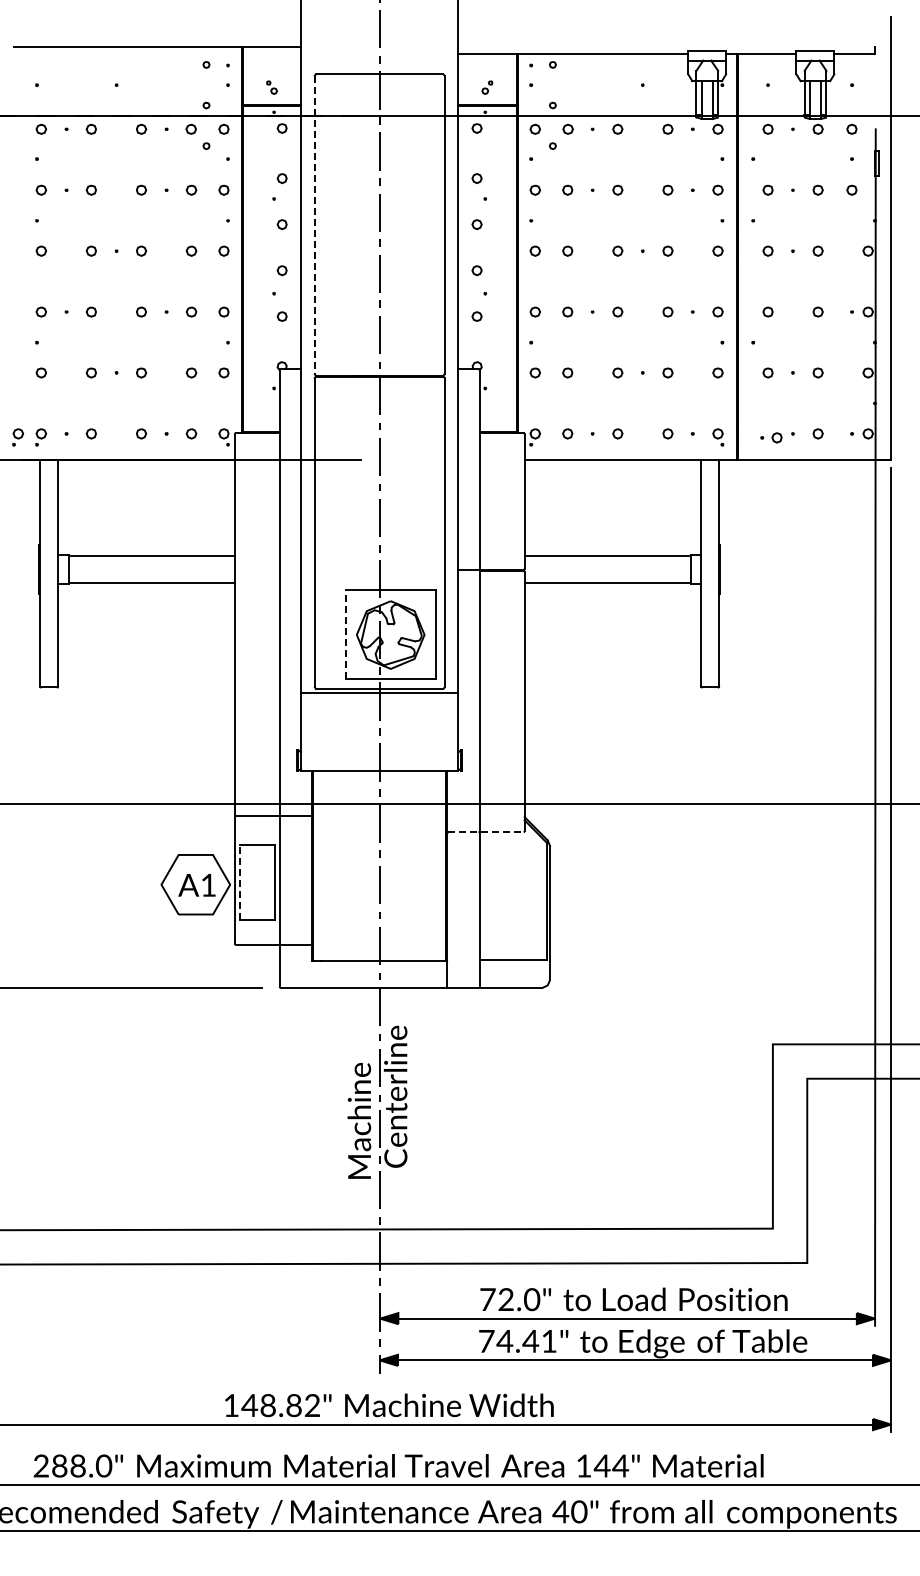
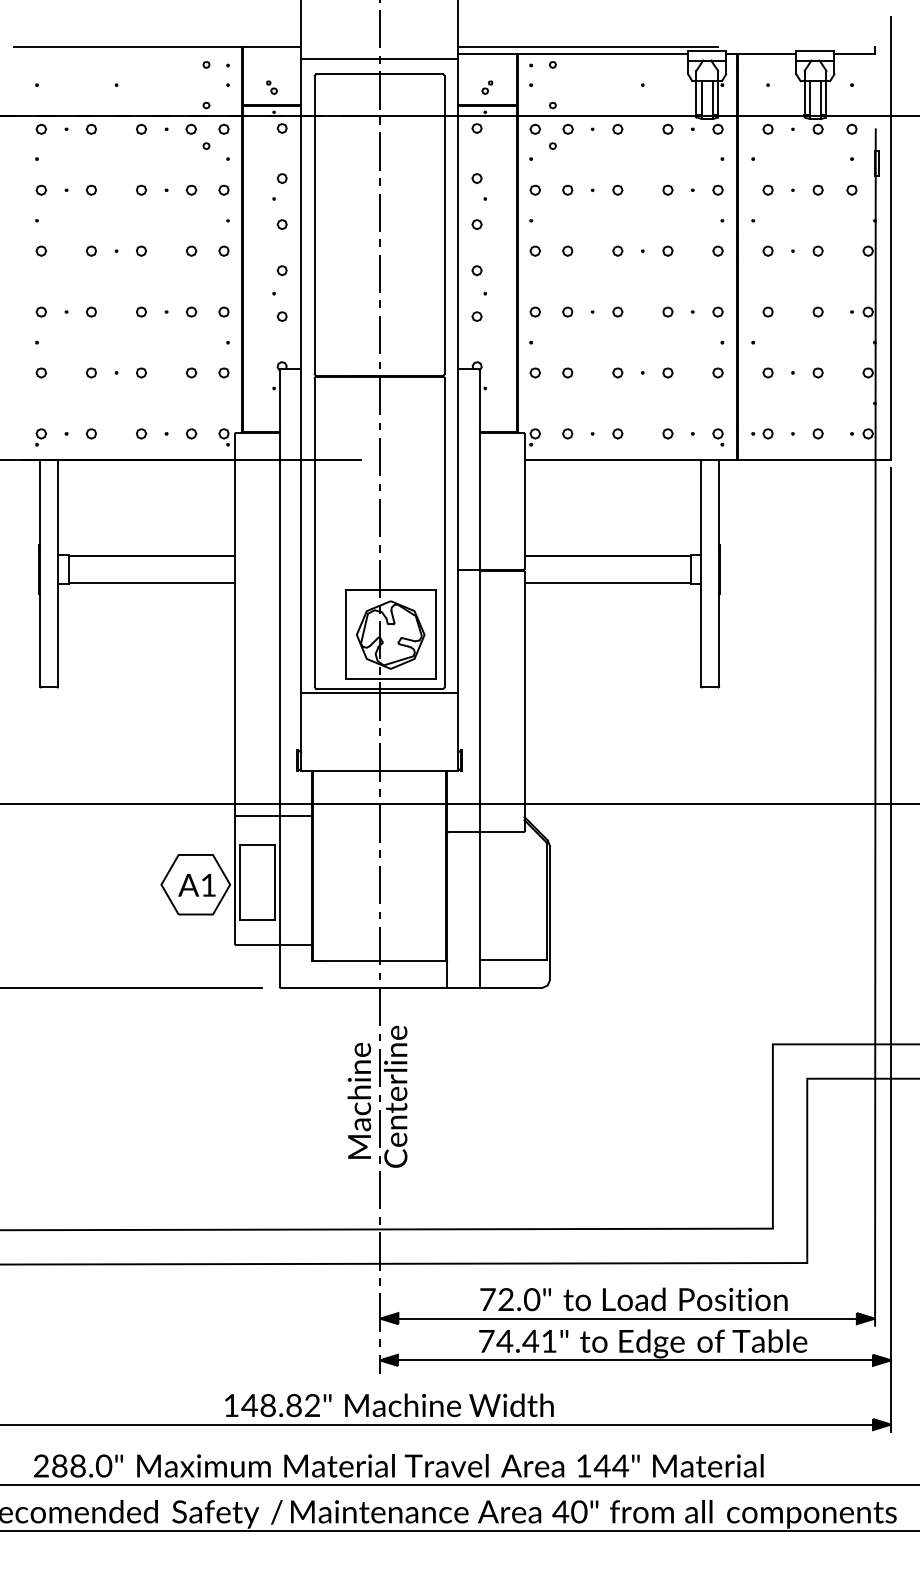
line at (588, 47): none -> present
line at (379, 59): none -> present
line at (314, 225): dashed -> solid
part at (18, 437): present -> none
part at (771, 437) position: (771, 437) -> (762, 433)
line at (345, 634): dashed -> solid
line at (486, 832): dashed -> solid
line at (240, 882): dashed -> solid
text at (359, 1120) position: (359, 1120) -> (359, 1100)
